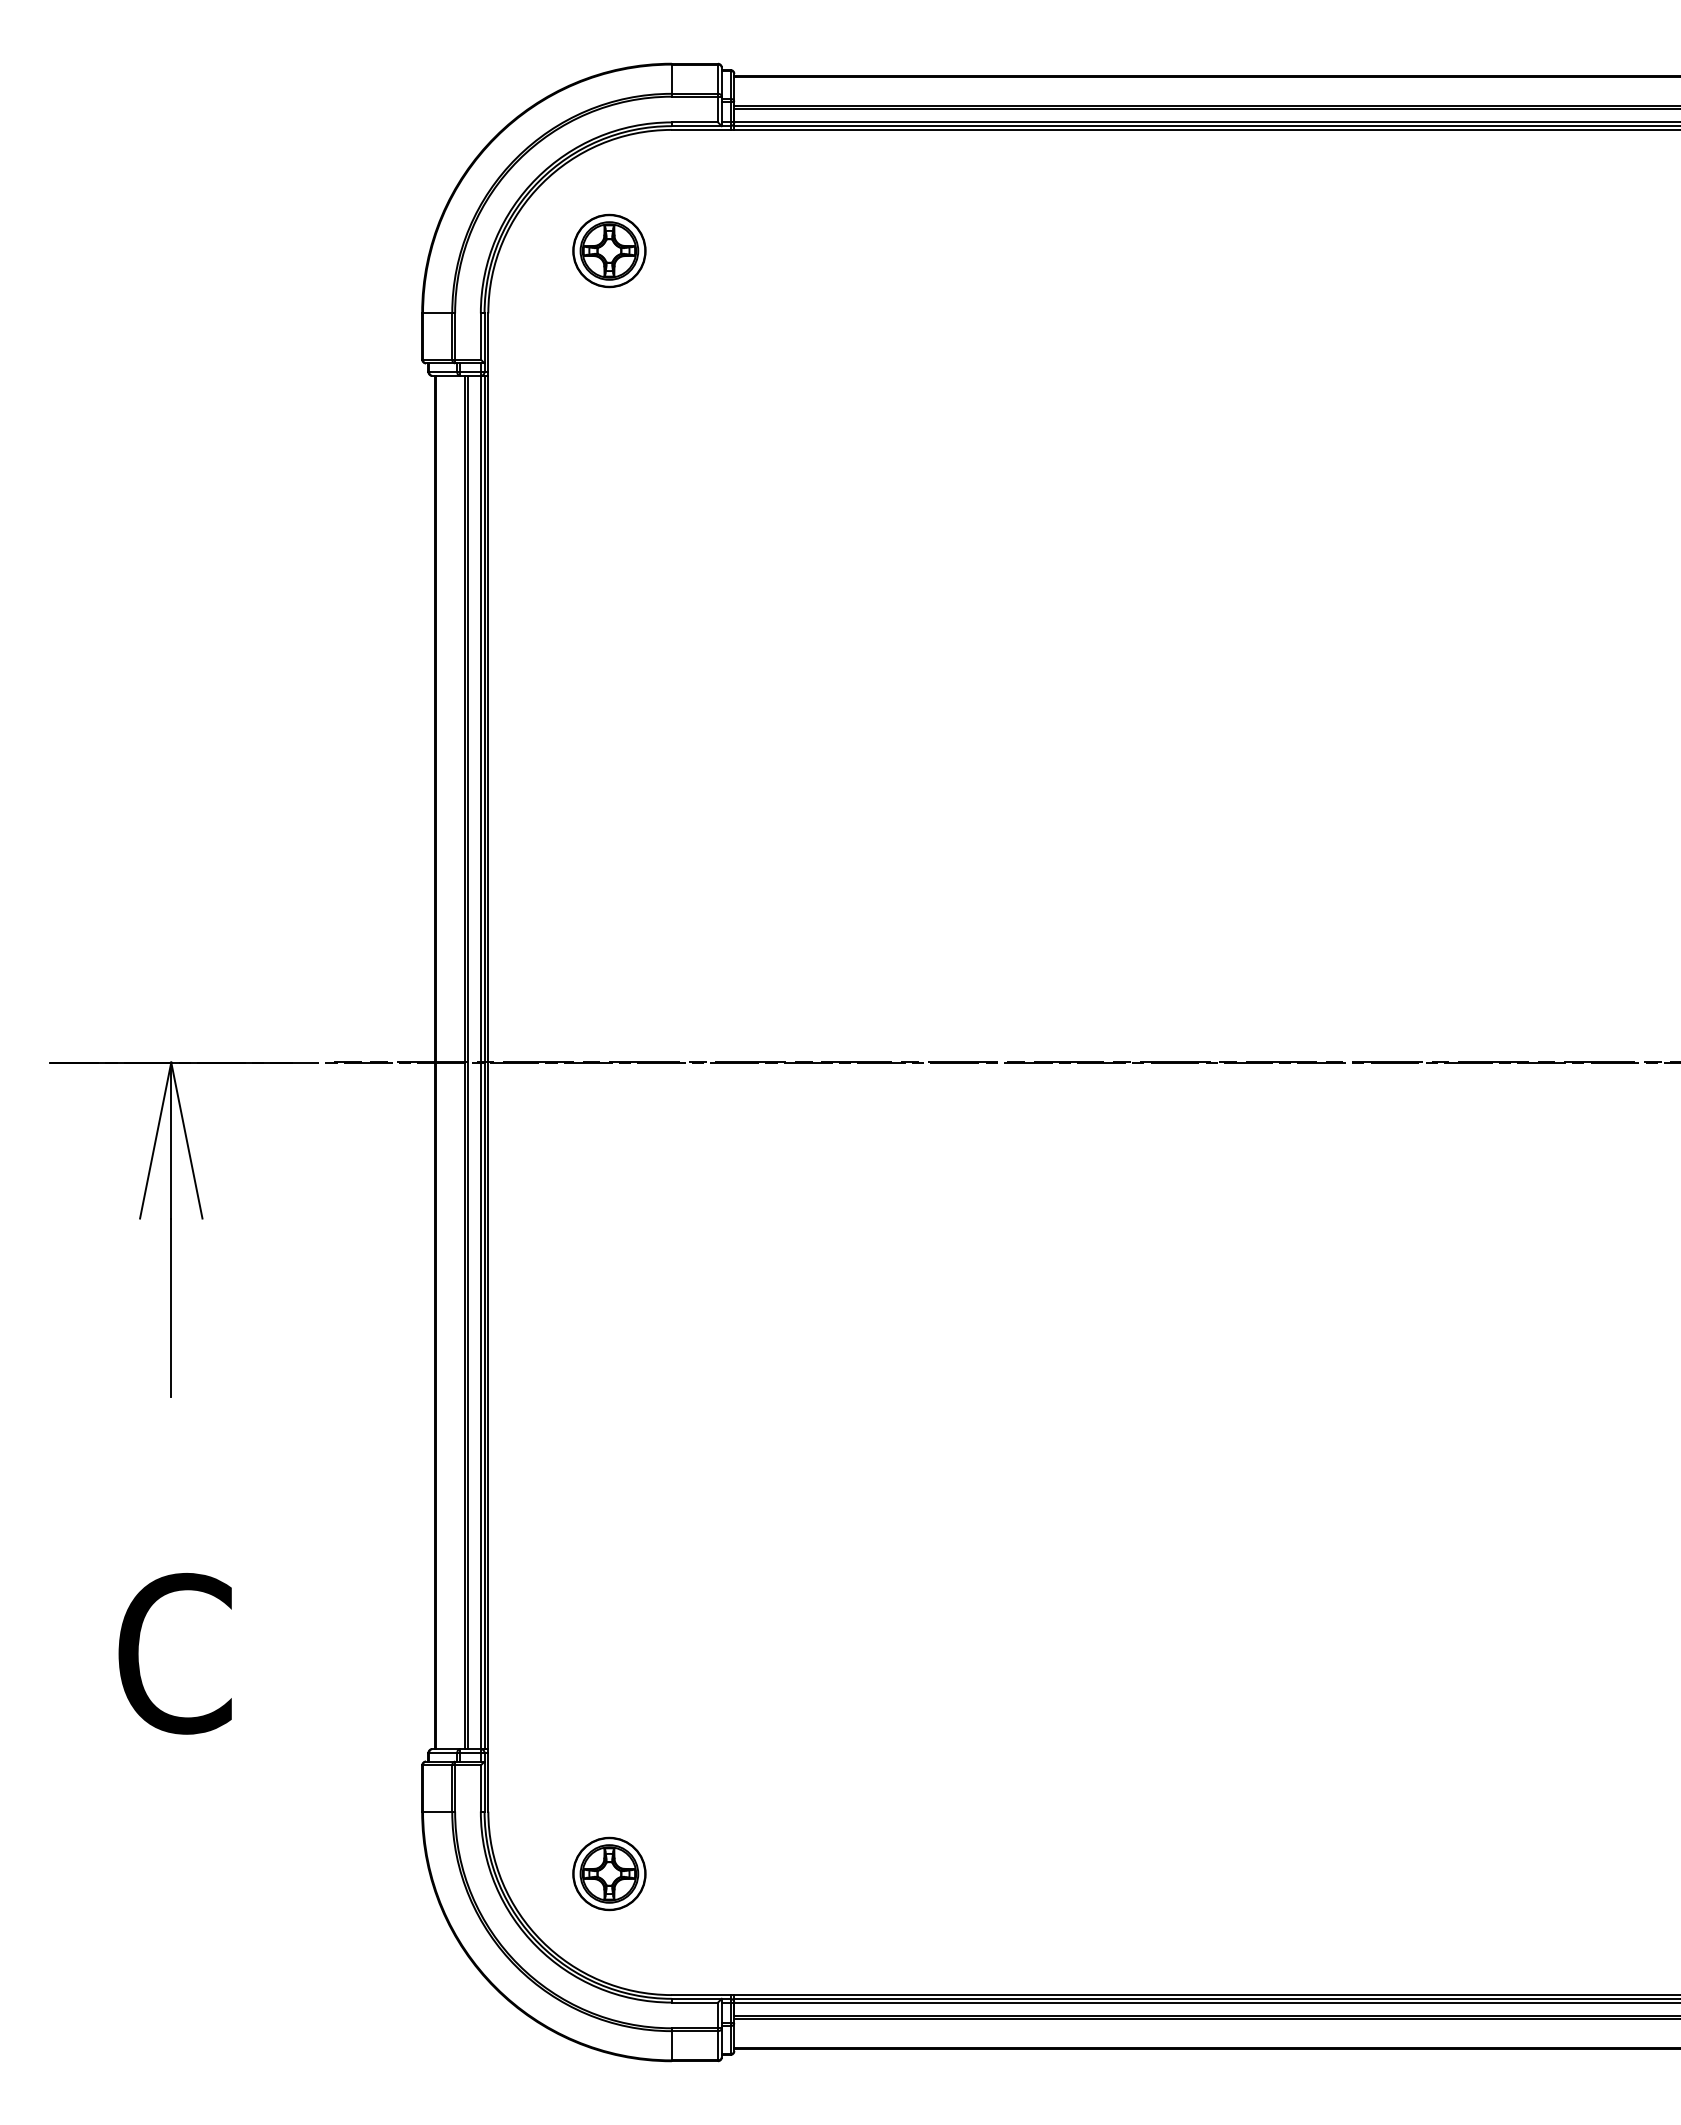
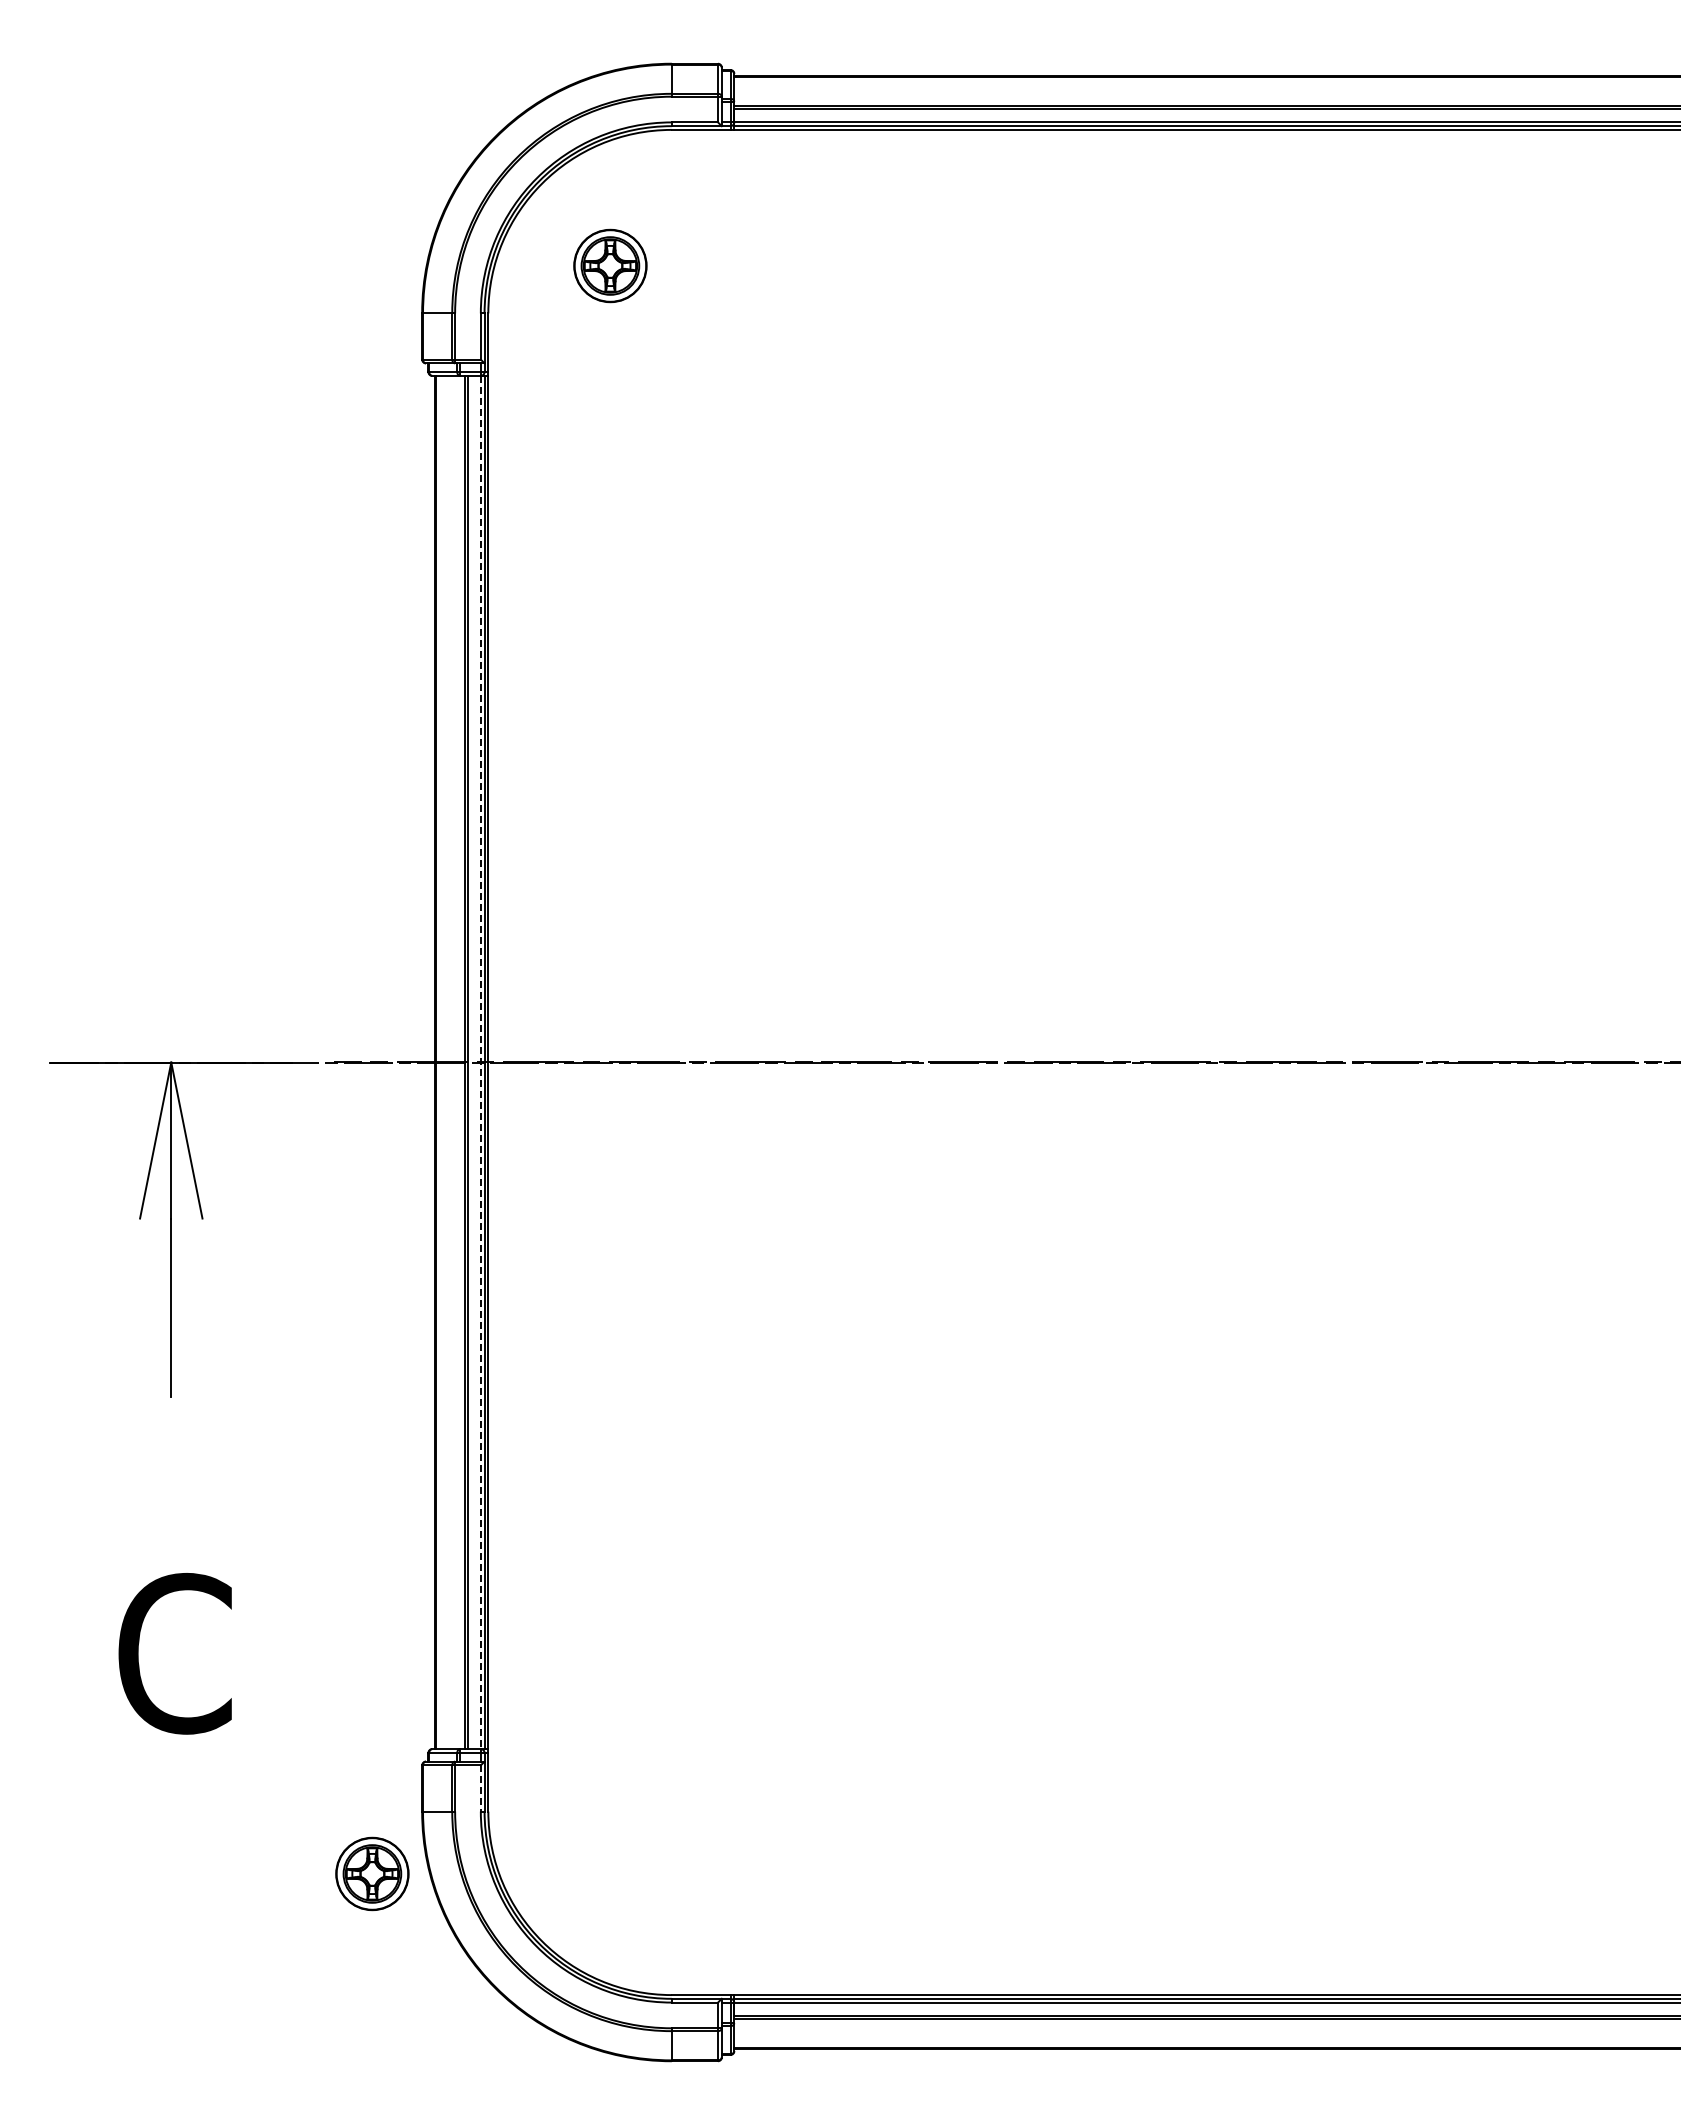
part at (609, 250) position: (609, 250) -> (610, 265)
line at (480, 1062): solid -> dashed
line at (480, 1788): solid -> dashed
part at (609, 1873) position: (609, 1873) -> (372, 1873)
